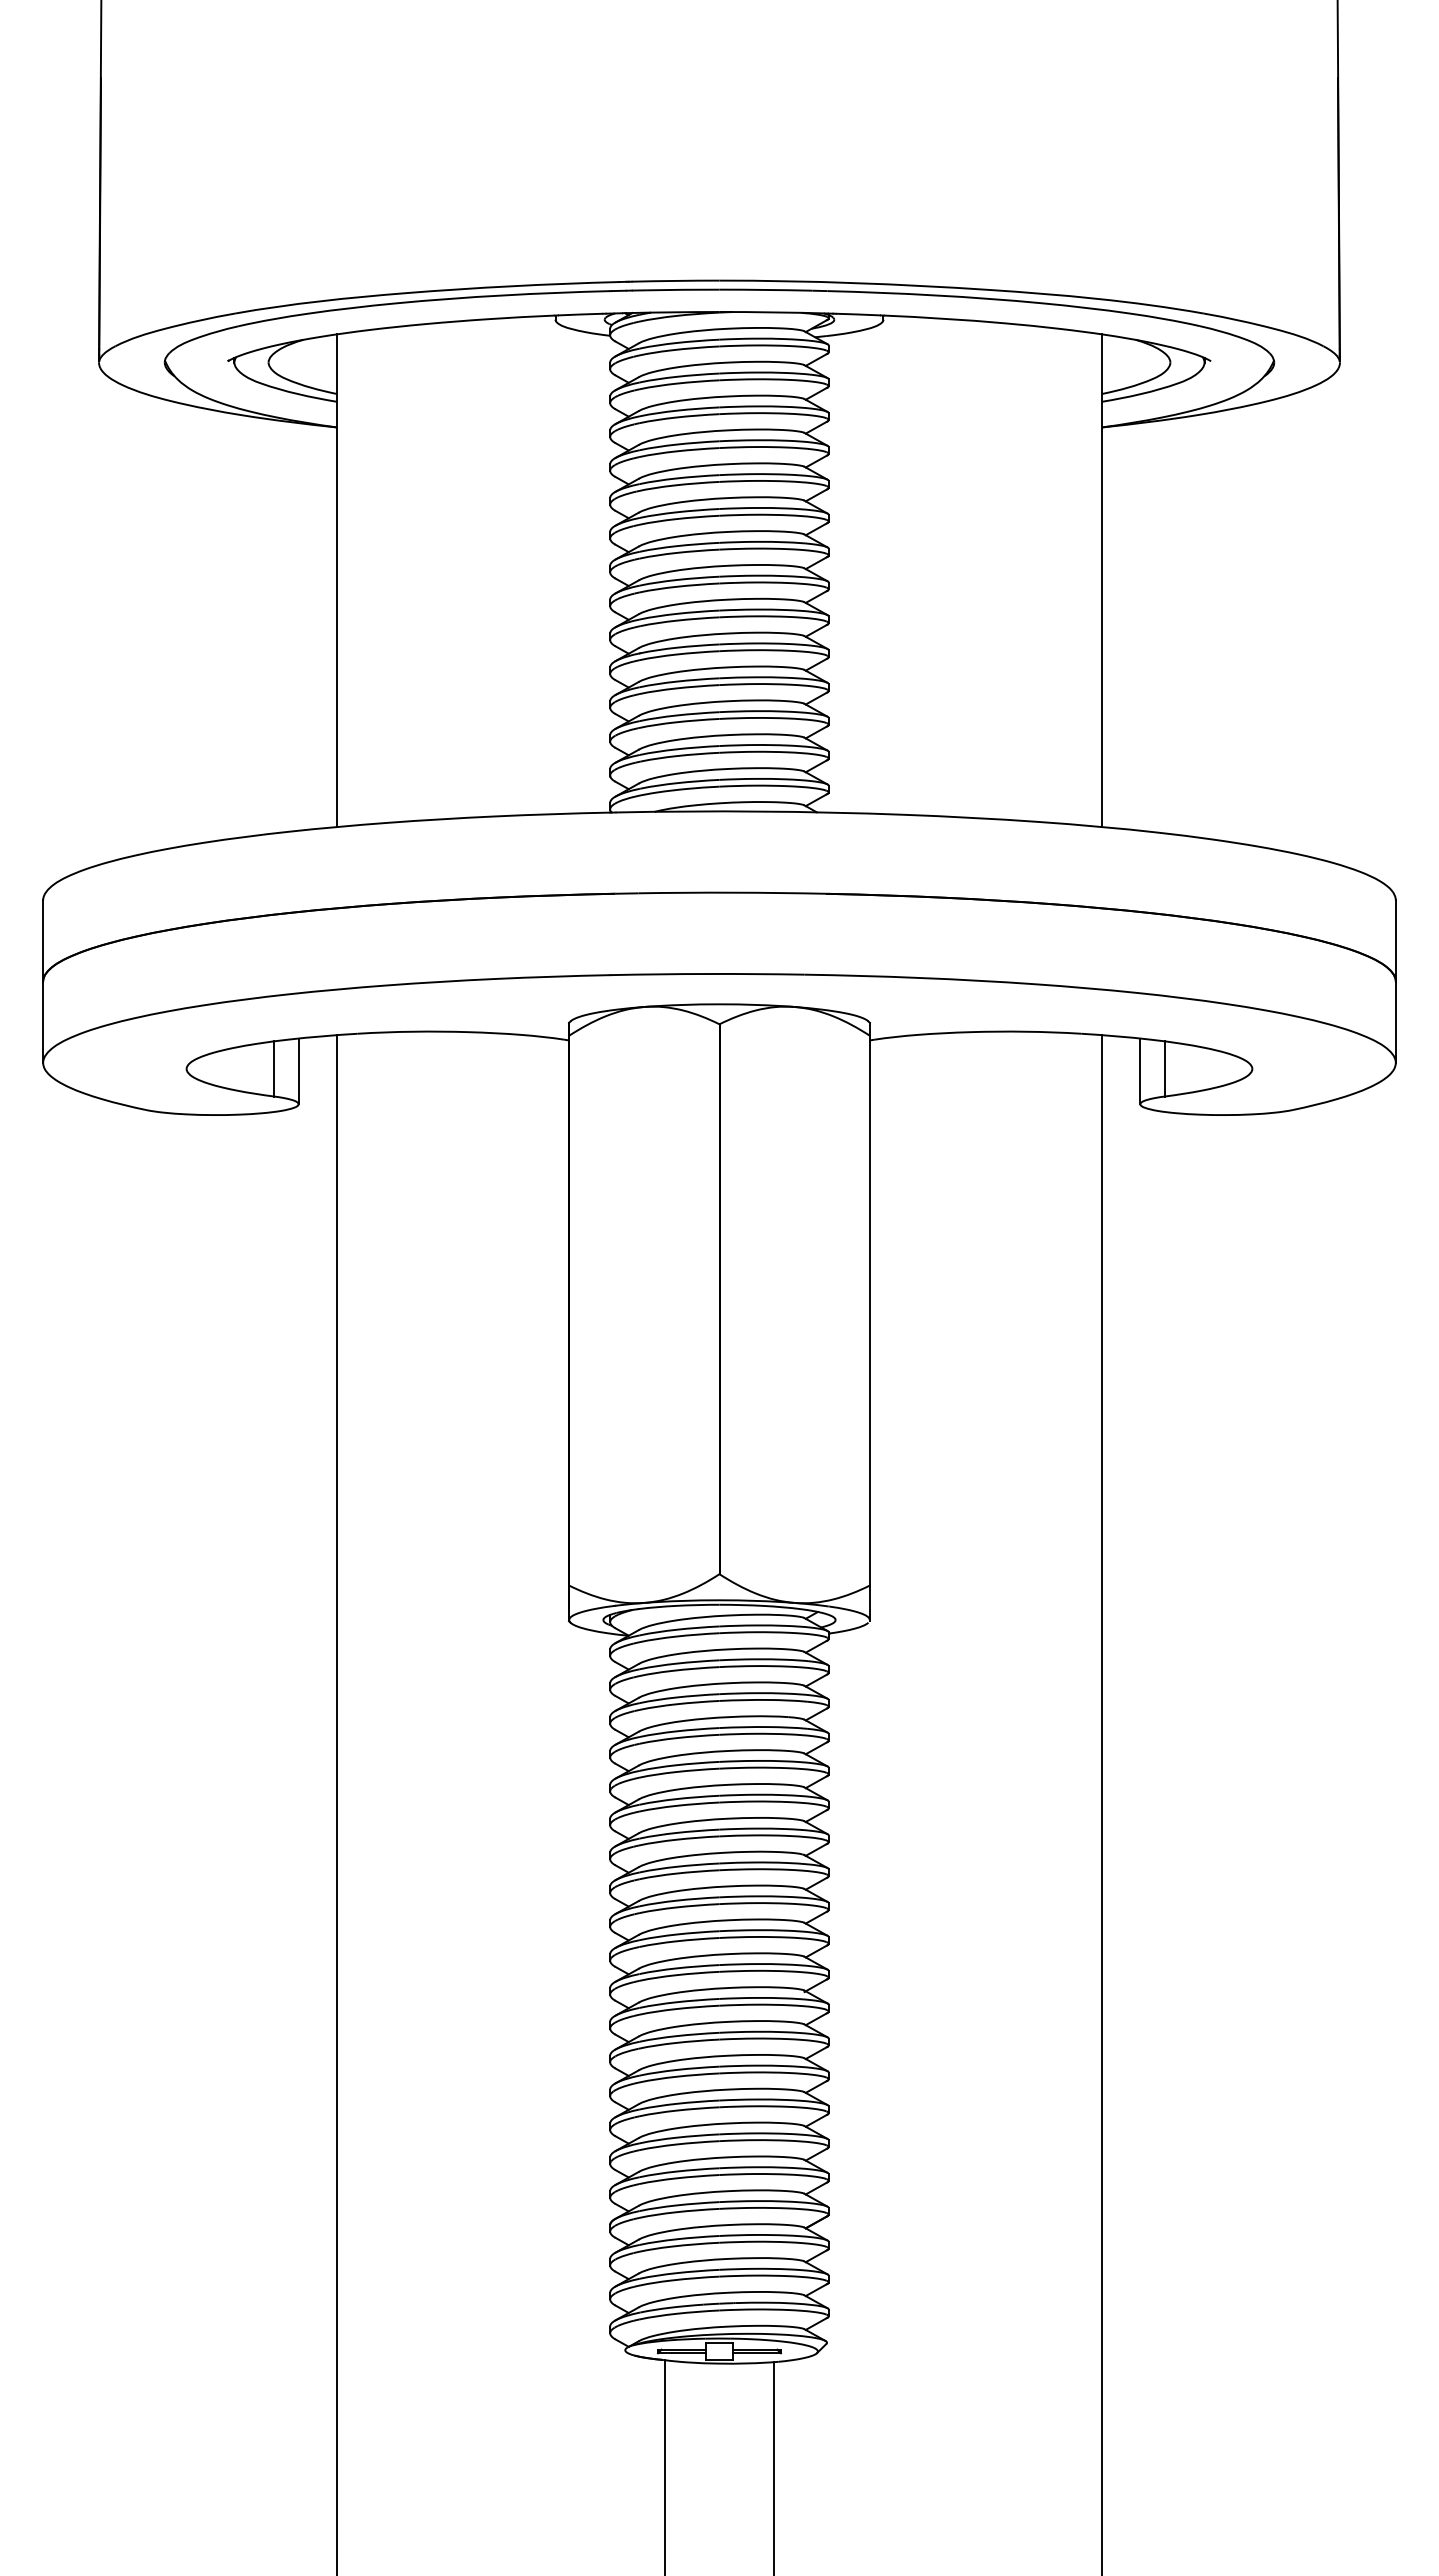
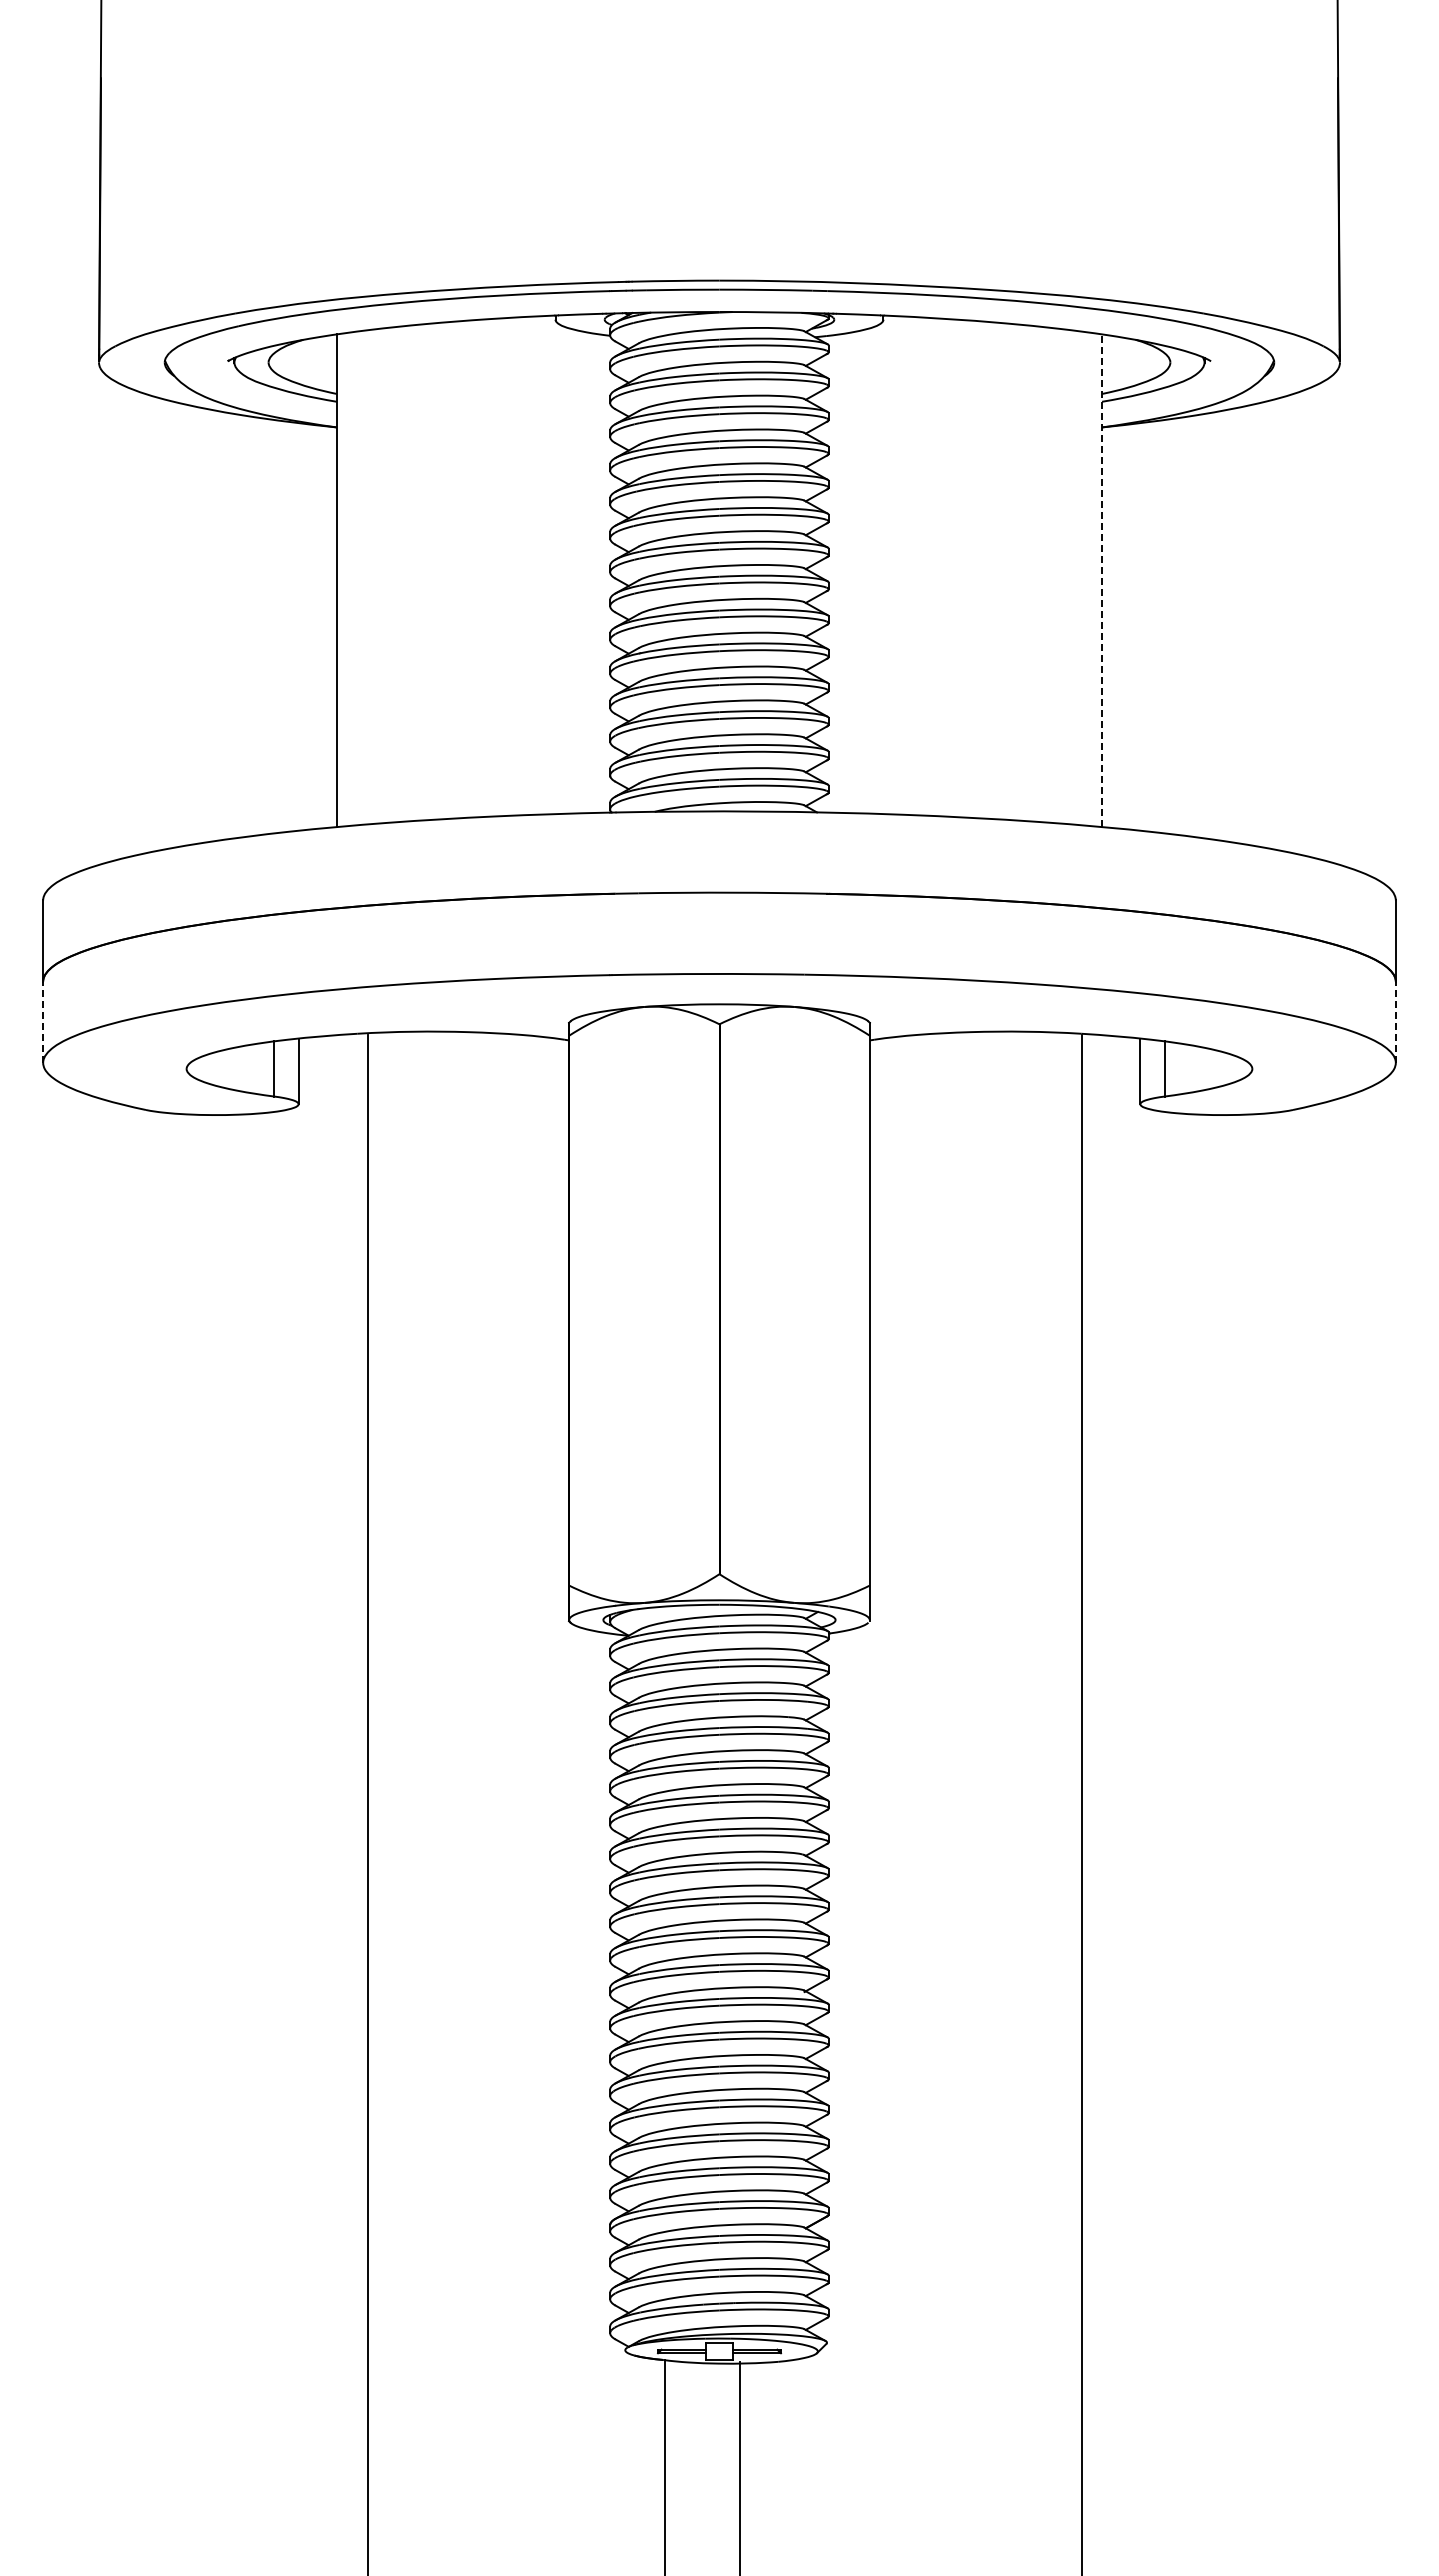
line at (1102, 580): solid -> dashed
line at (43, 1022): solid -> dashed
line at (1395, 1022): solid -> dashed
line at (336, 1803) position: (336, 1803) -> (367, 1803)
line at (1102, 1803) position: (1102, 1803) -> (1082, 1803)
line at (774, 2467) position: (774, 2467) -> (740, 2467)
